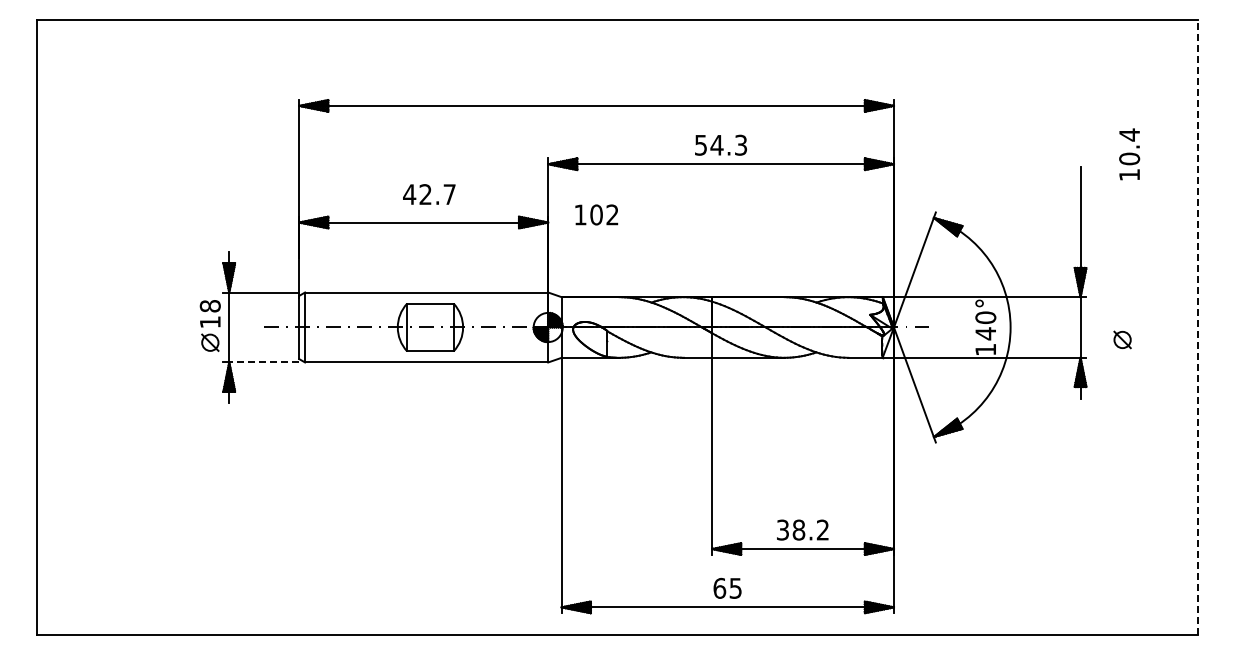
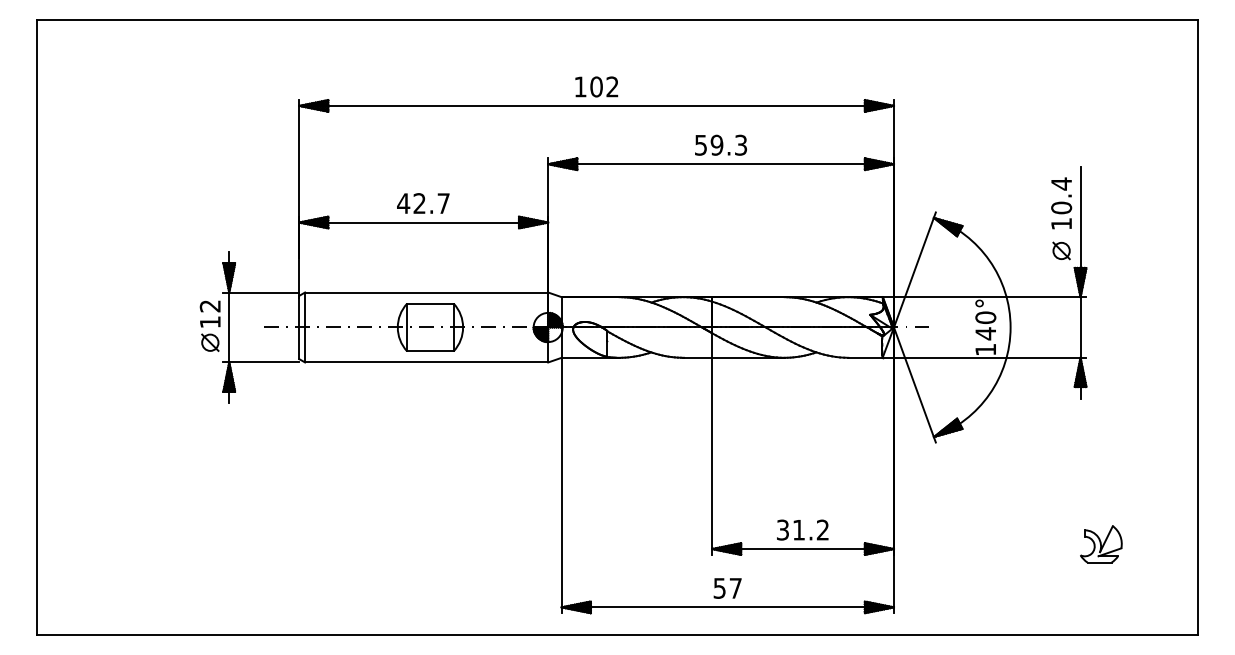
text at (716, 144): 54.3 -> 59.3
text at (1129, 154) position: (1129, 154) -> (1061, 203)
text at (429, 194) position: (429, 194) -> (423, 203)
text at (596, 214) position: (596, 214) -> (596, 86)
text at (209, 306): 18 -> 12
line at (1197, 327): dashed -> solid
part at (1122, 339) position: (1122, 339) -> (1061, 250)
line at (264, 362): dashed -> solid
text at (798, 529): 38.2 -> 31.2
part at (1101, 544): none -> present
text at (727, 587): 65 -> 57
